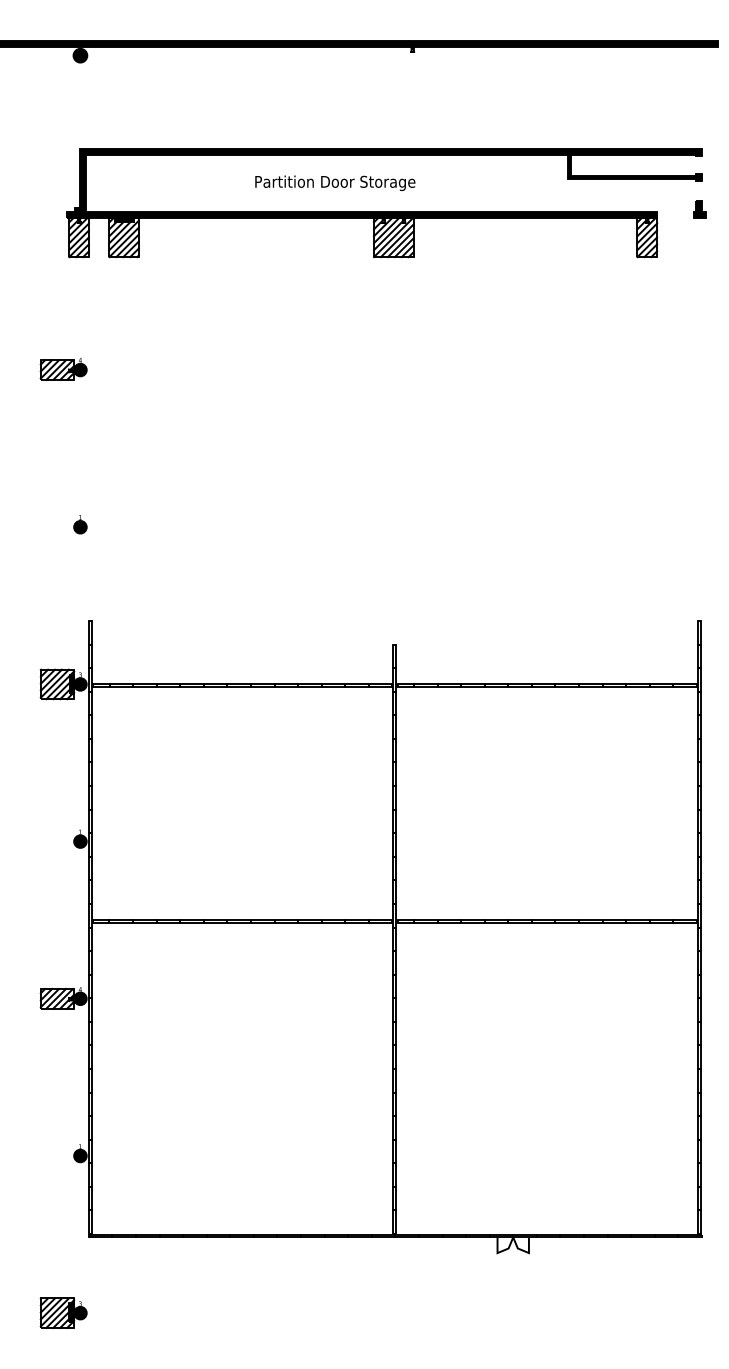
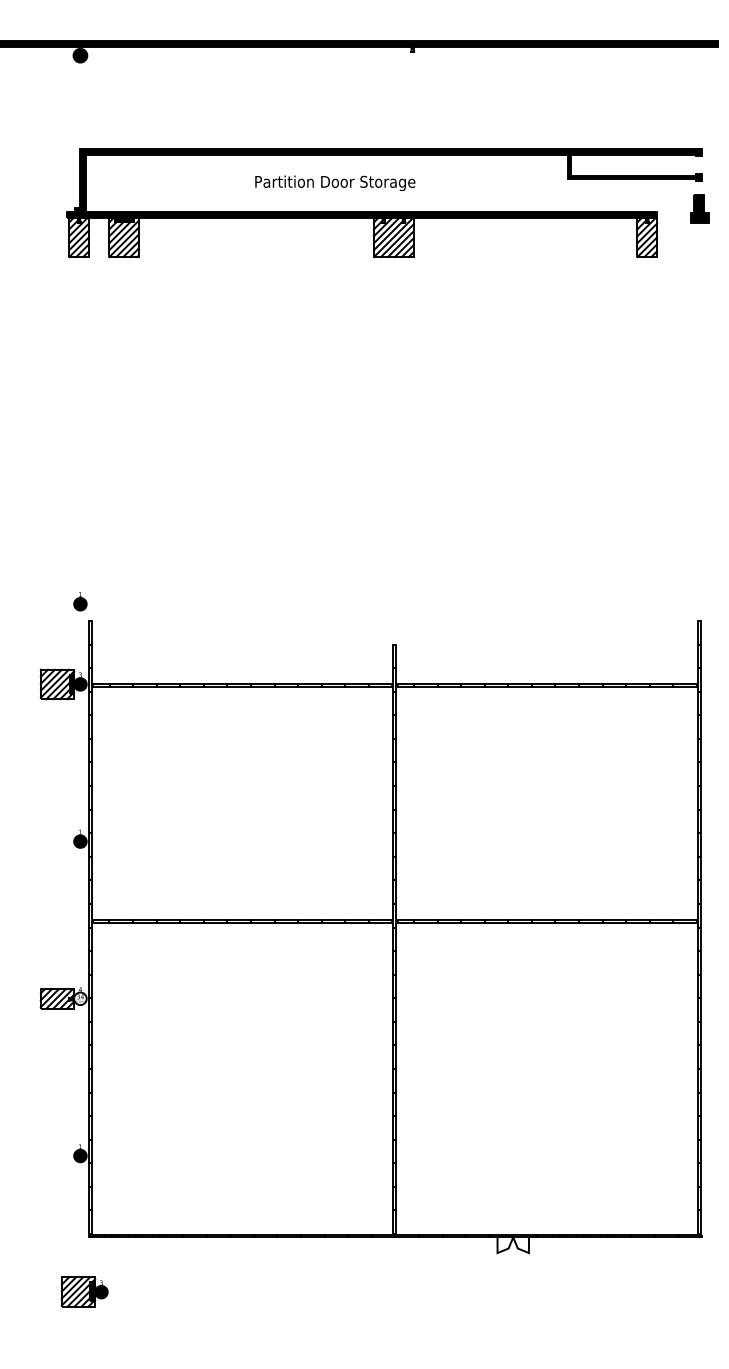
part at (699, 209) size: 14x19 px -> 20x30 px
part at (63, 369): present -> none
part at (80, 524) position: (80, 524) -> (80, 601)
fill at (80, 998): present -> none
part at (63, 1312) position: (63, 1312) -> (84, 1291)
